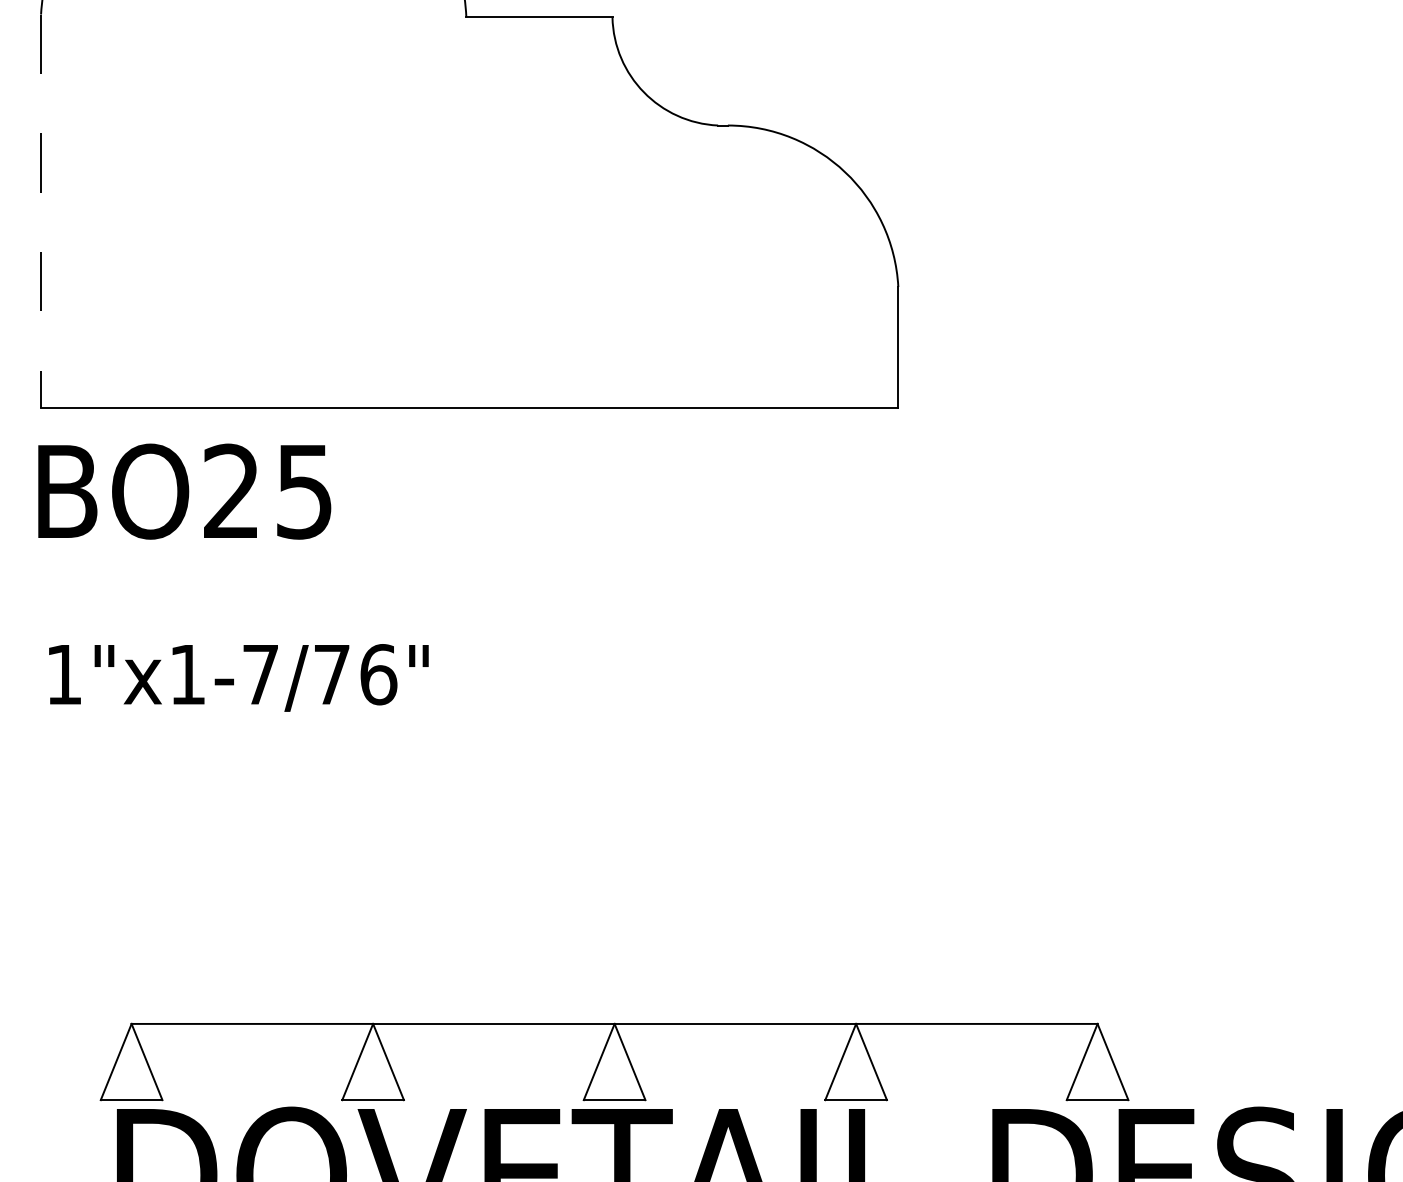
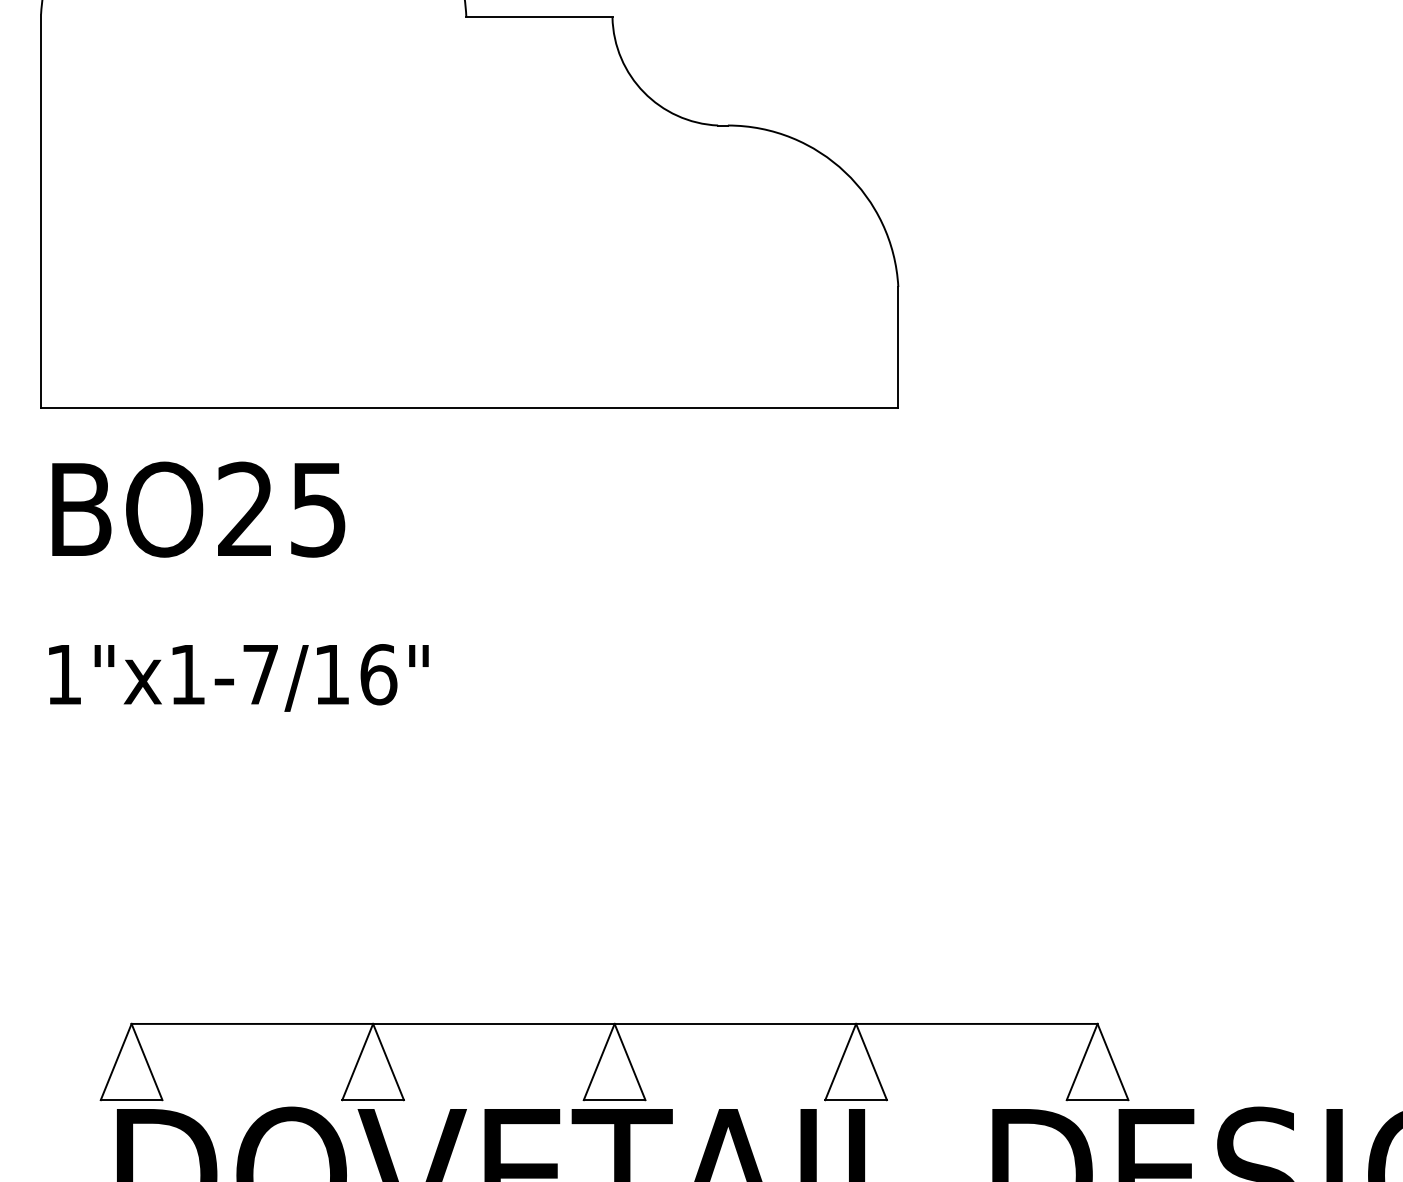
line at (41, 211): dashed -> solid
text at (184, 491) position: (184, 491) -> (198, 509)
text at (332, 674): 1"x1-7/76" -> 1"x1-7/16"
